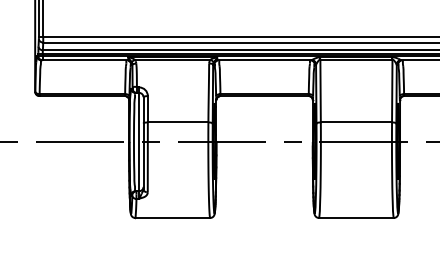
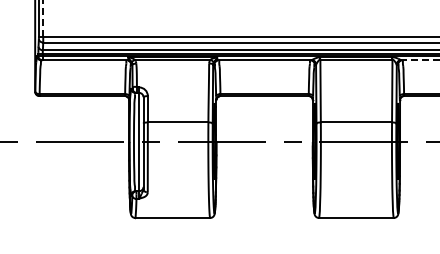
line at (43, 18): solid -> dashed
line at (419, 60): solid -> dashed
